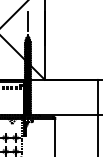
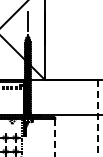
line at (97, 118): solid -> dashed
line at (54, 137): solid -> dashed
